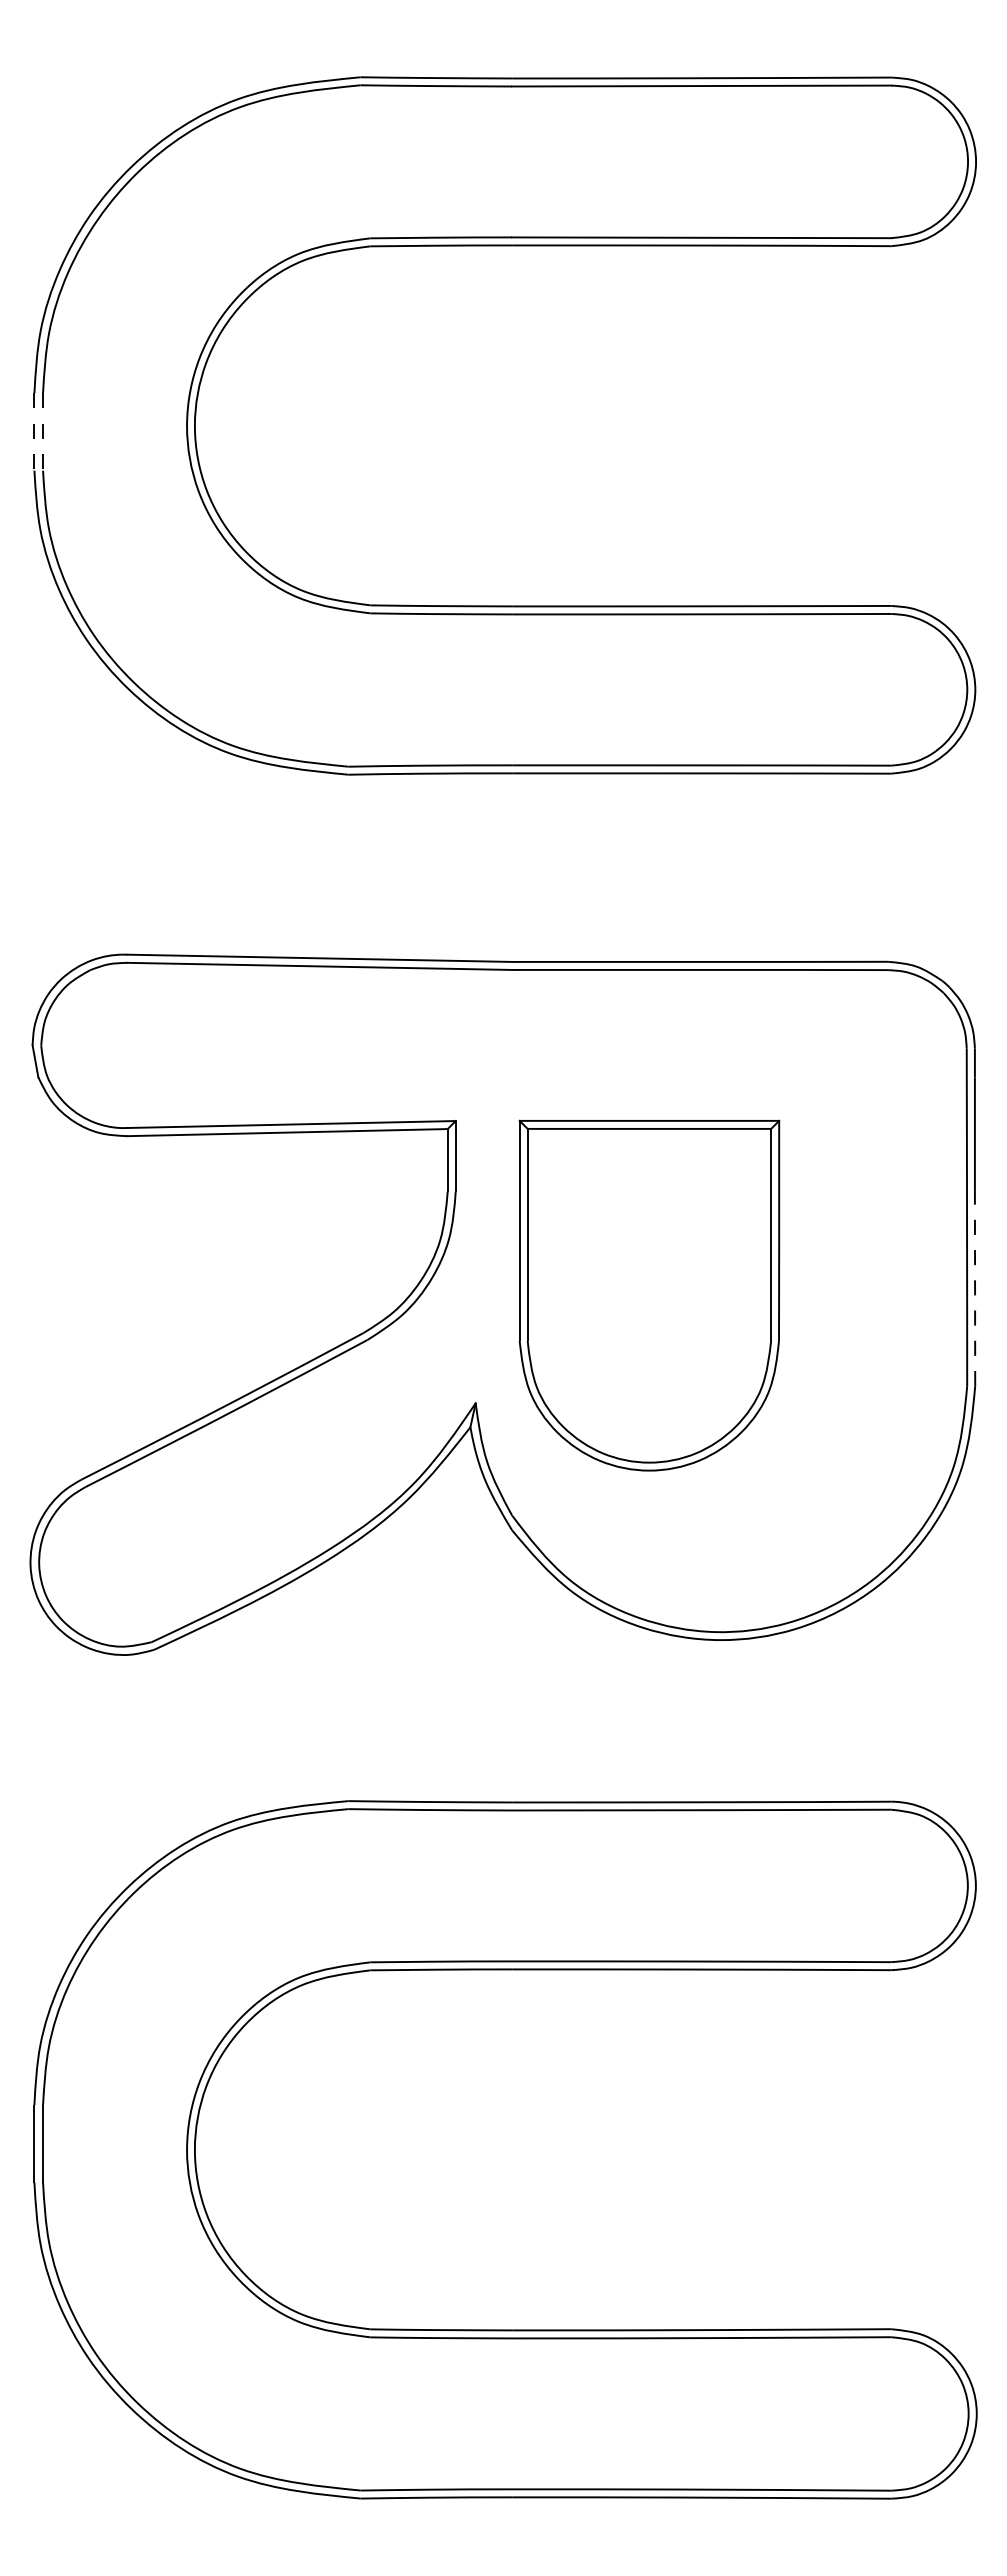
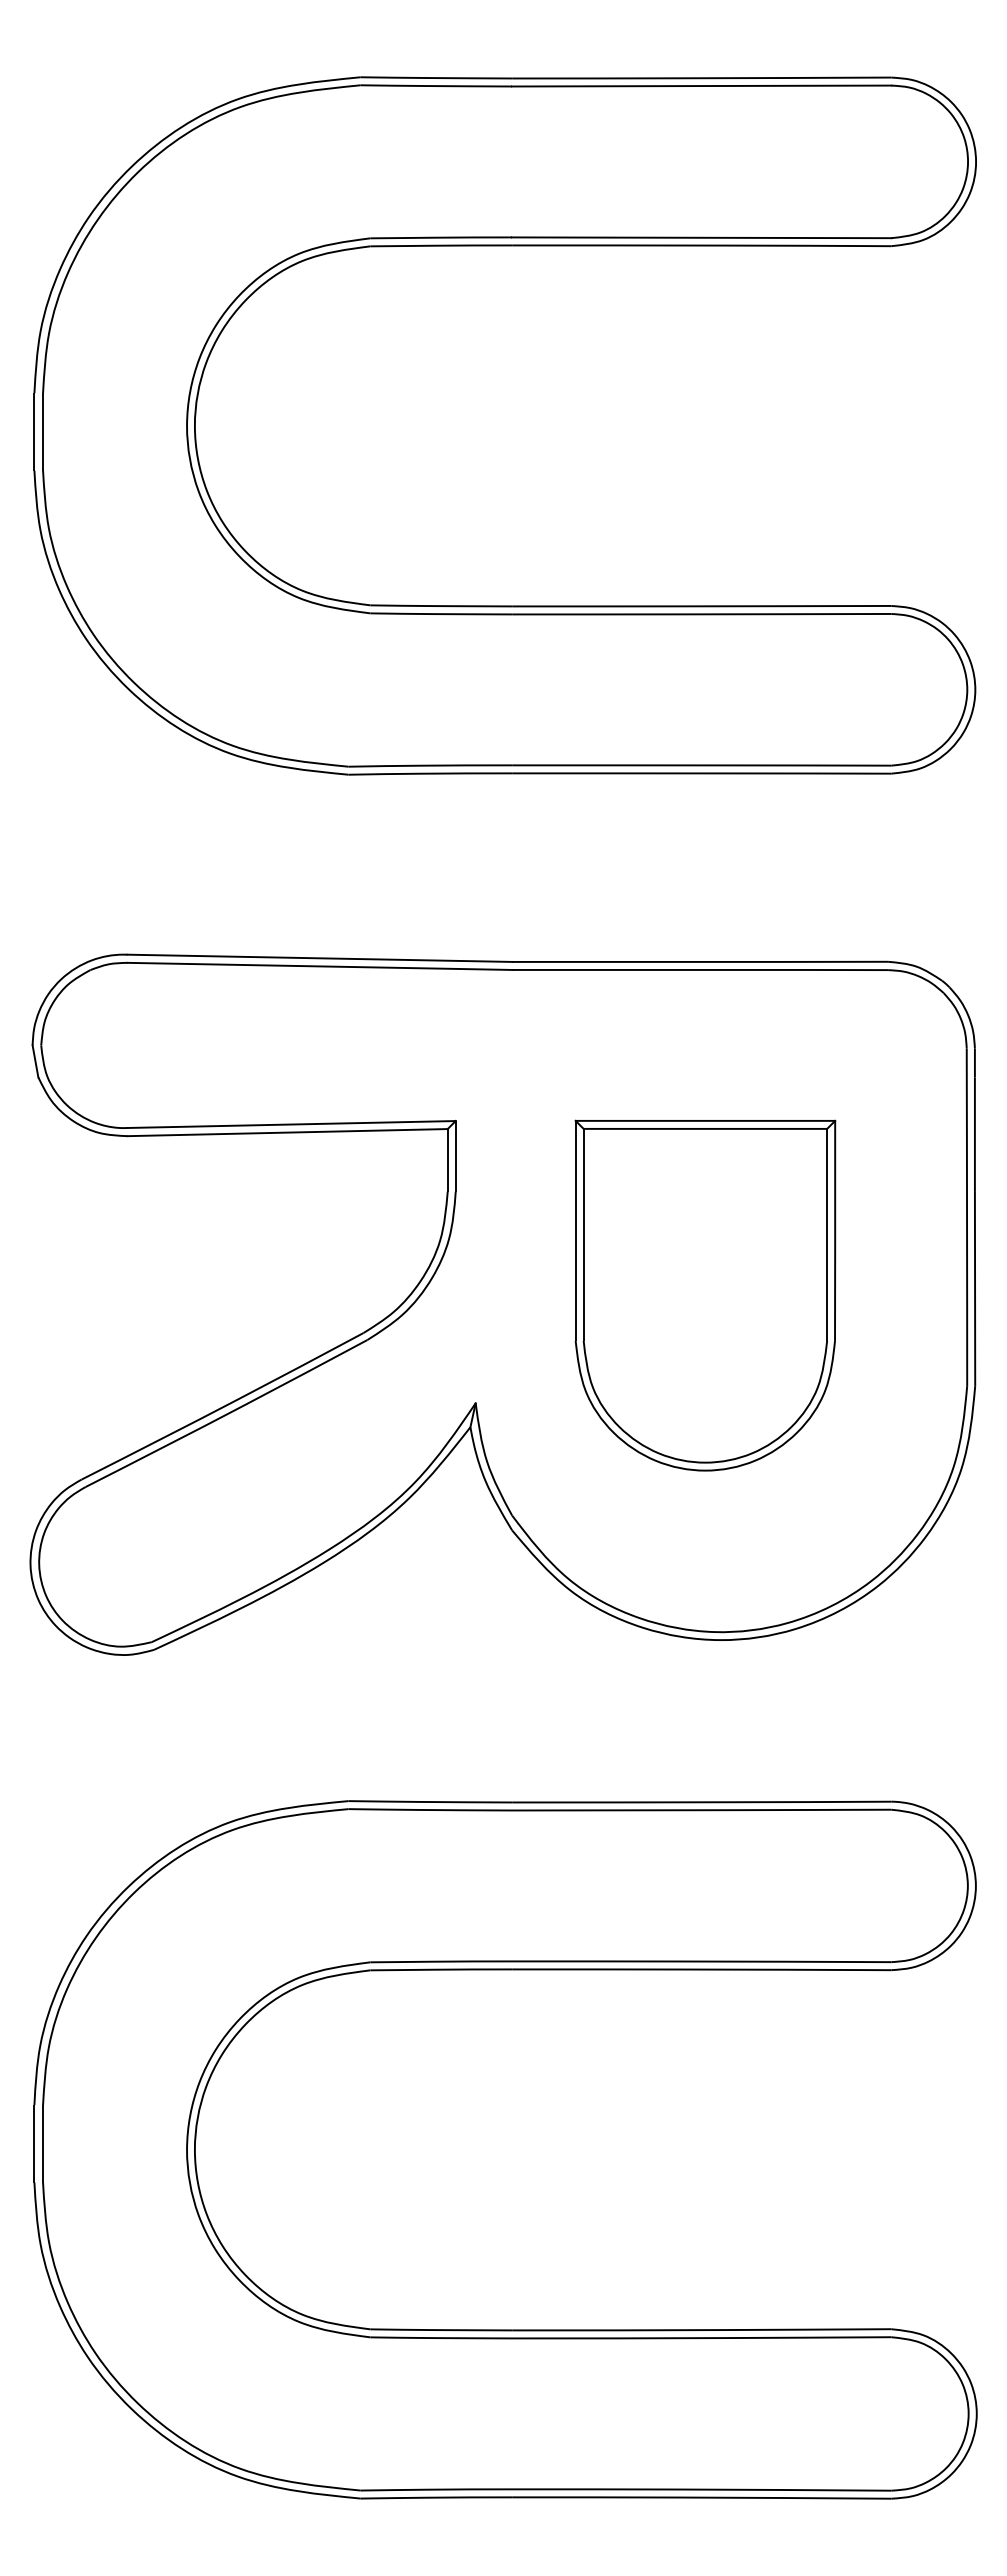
line at (34, 432): dashed -> solid
line at (43, 432): dashed -> solid
line at (975, 1287): dashed -> solid
part at (649, 1295) position: (649, 1295) -> (705, 1295)
